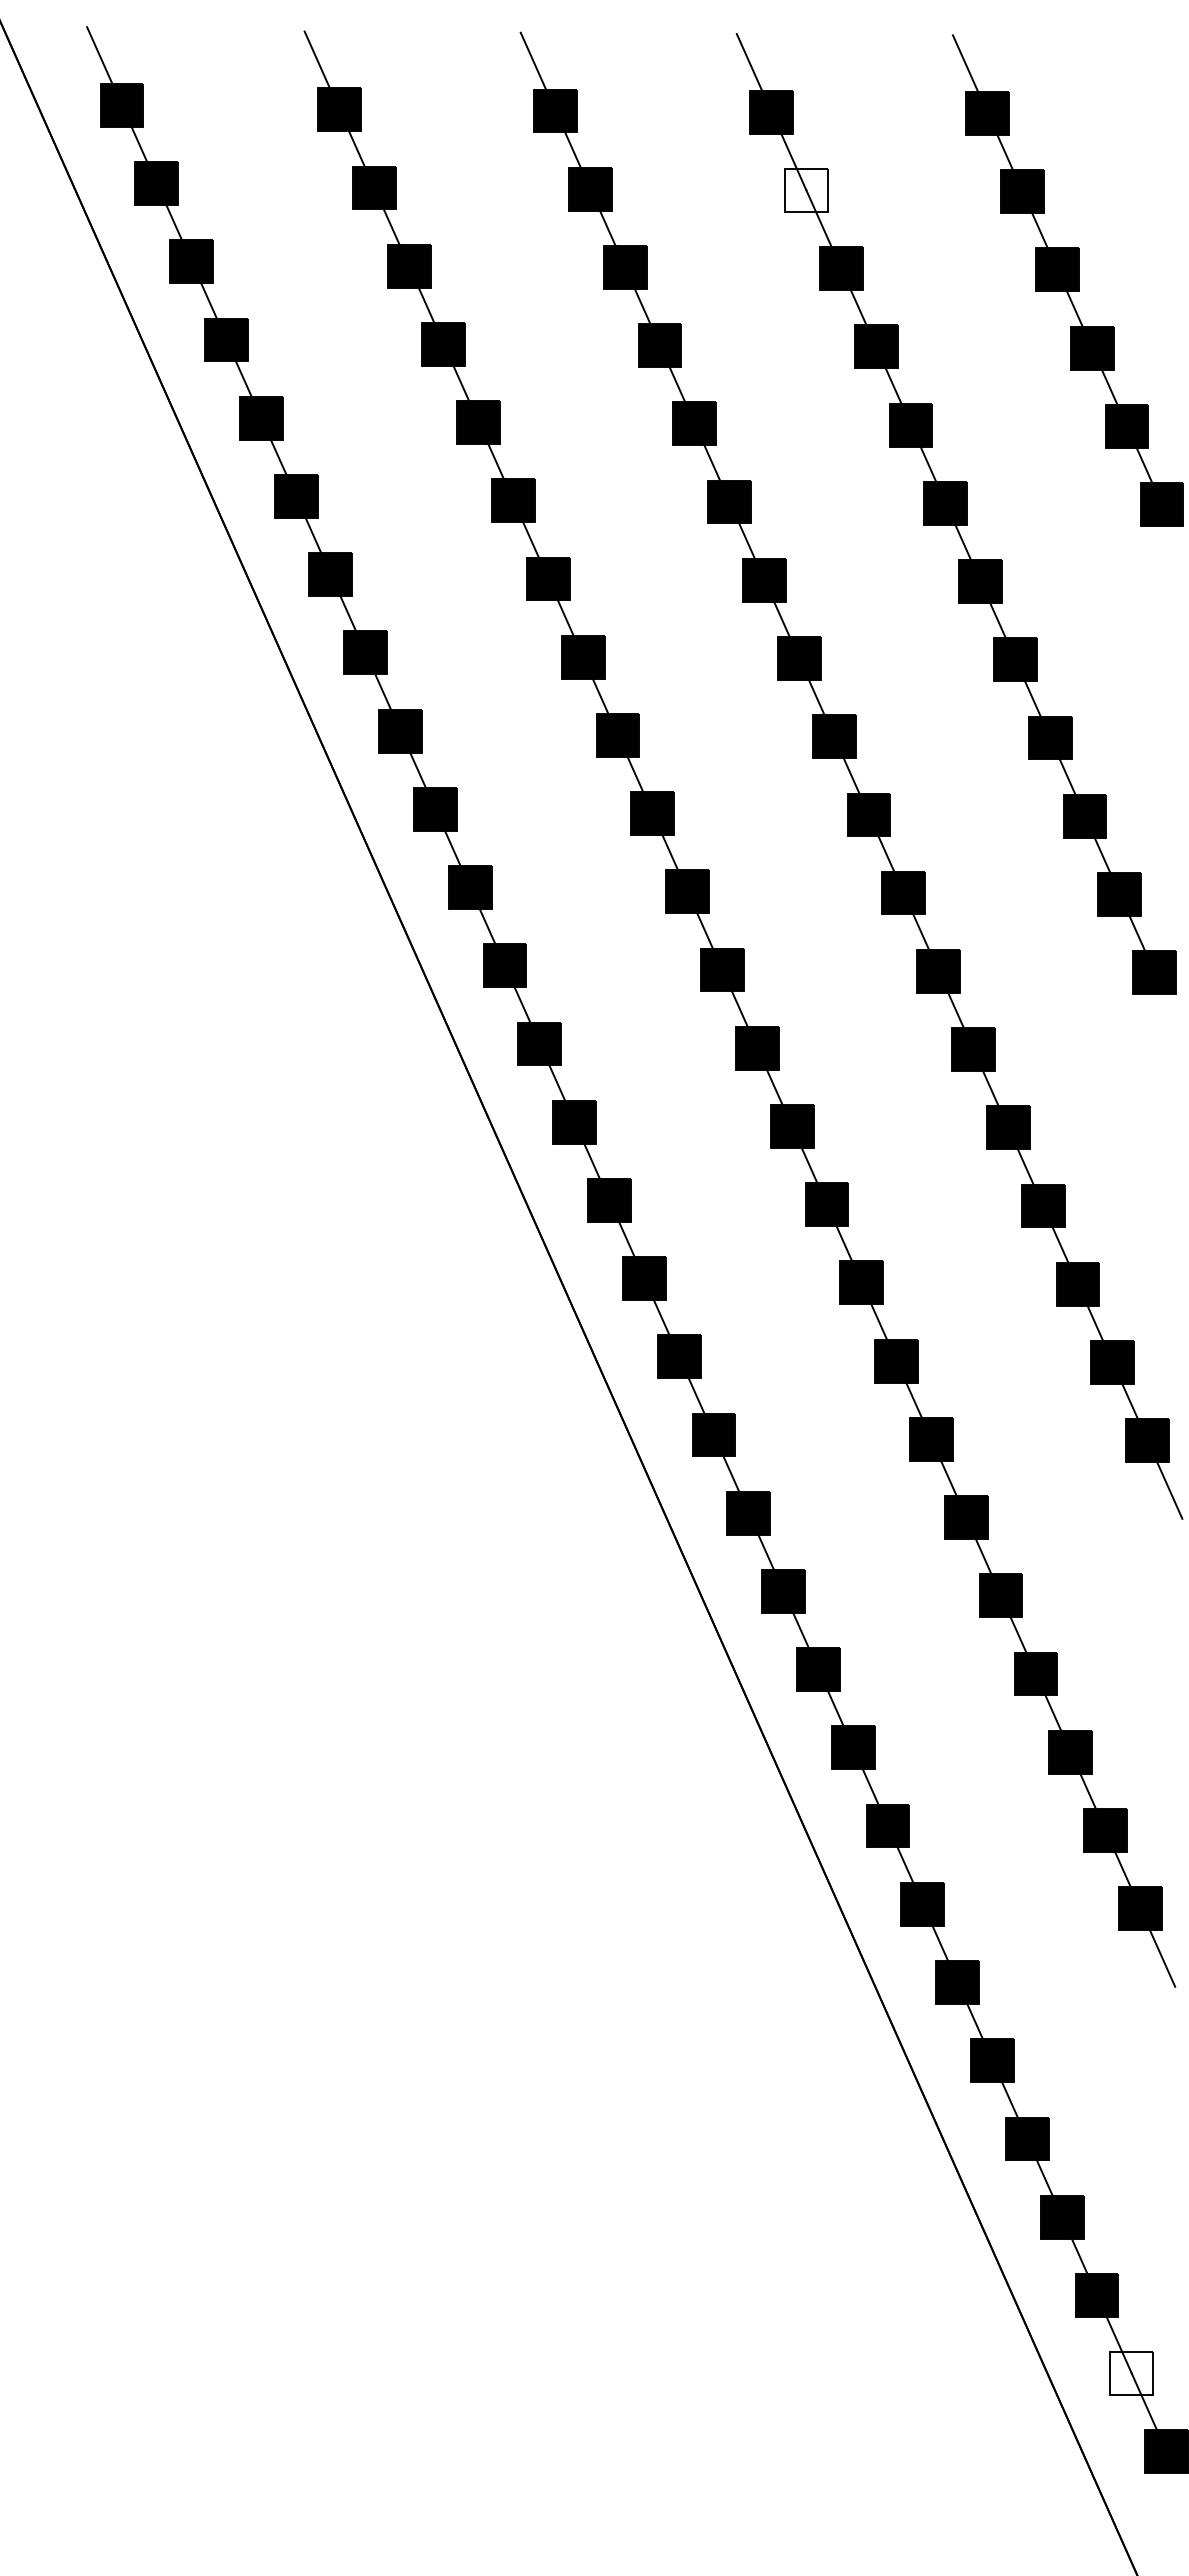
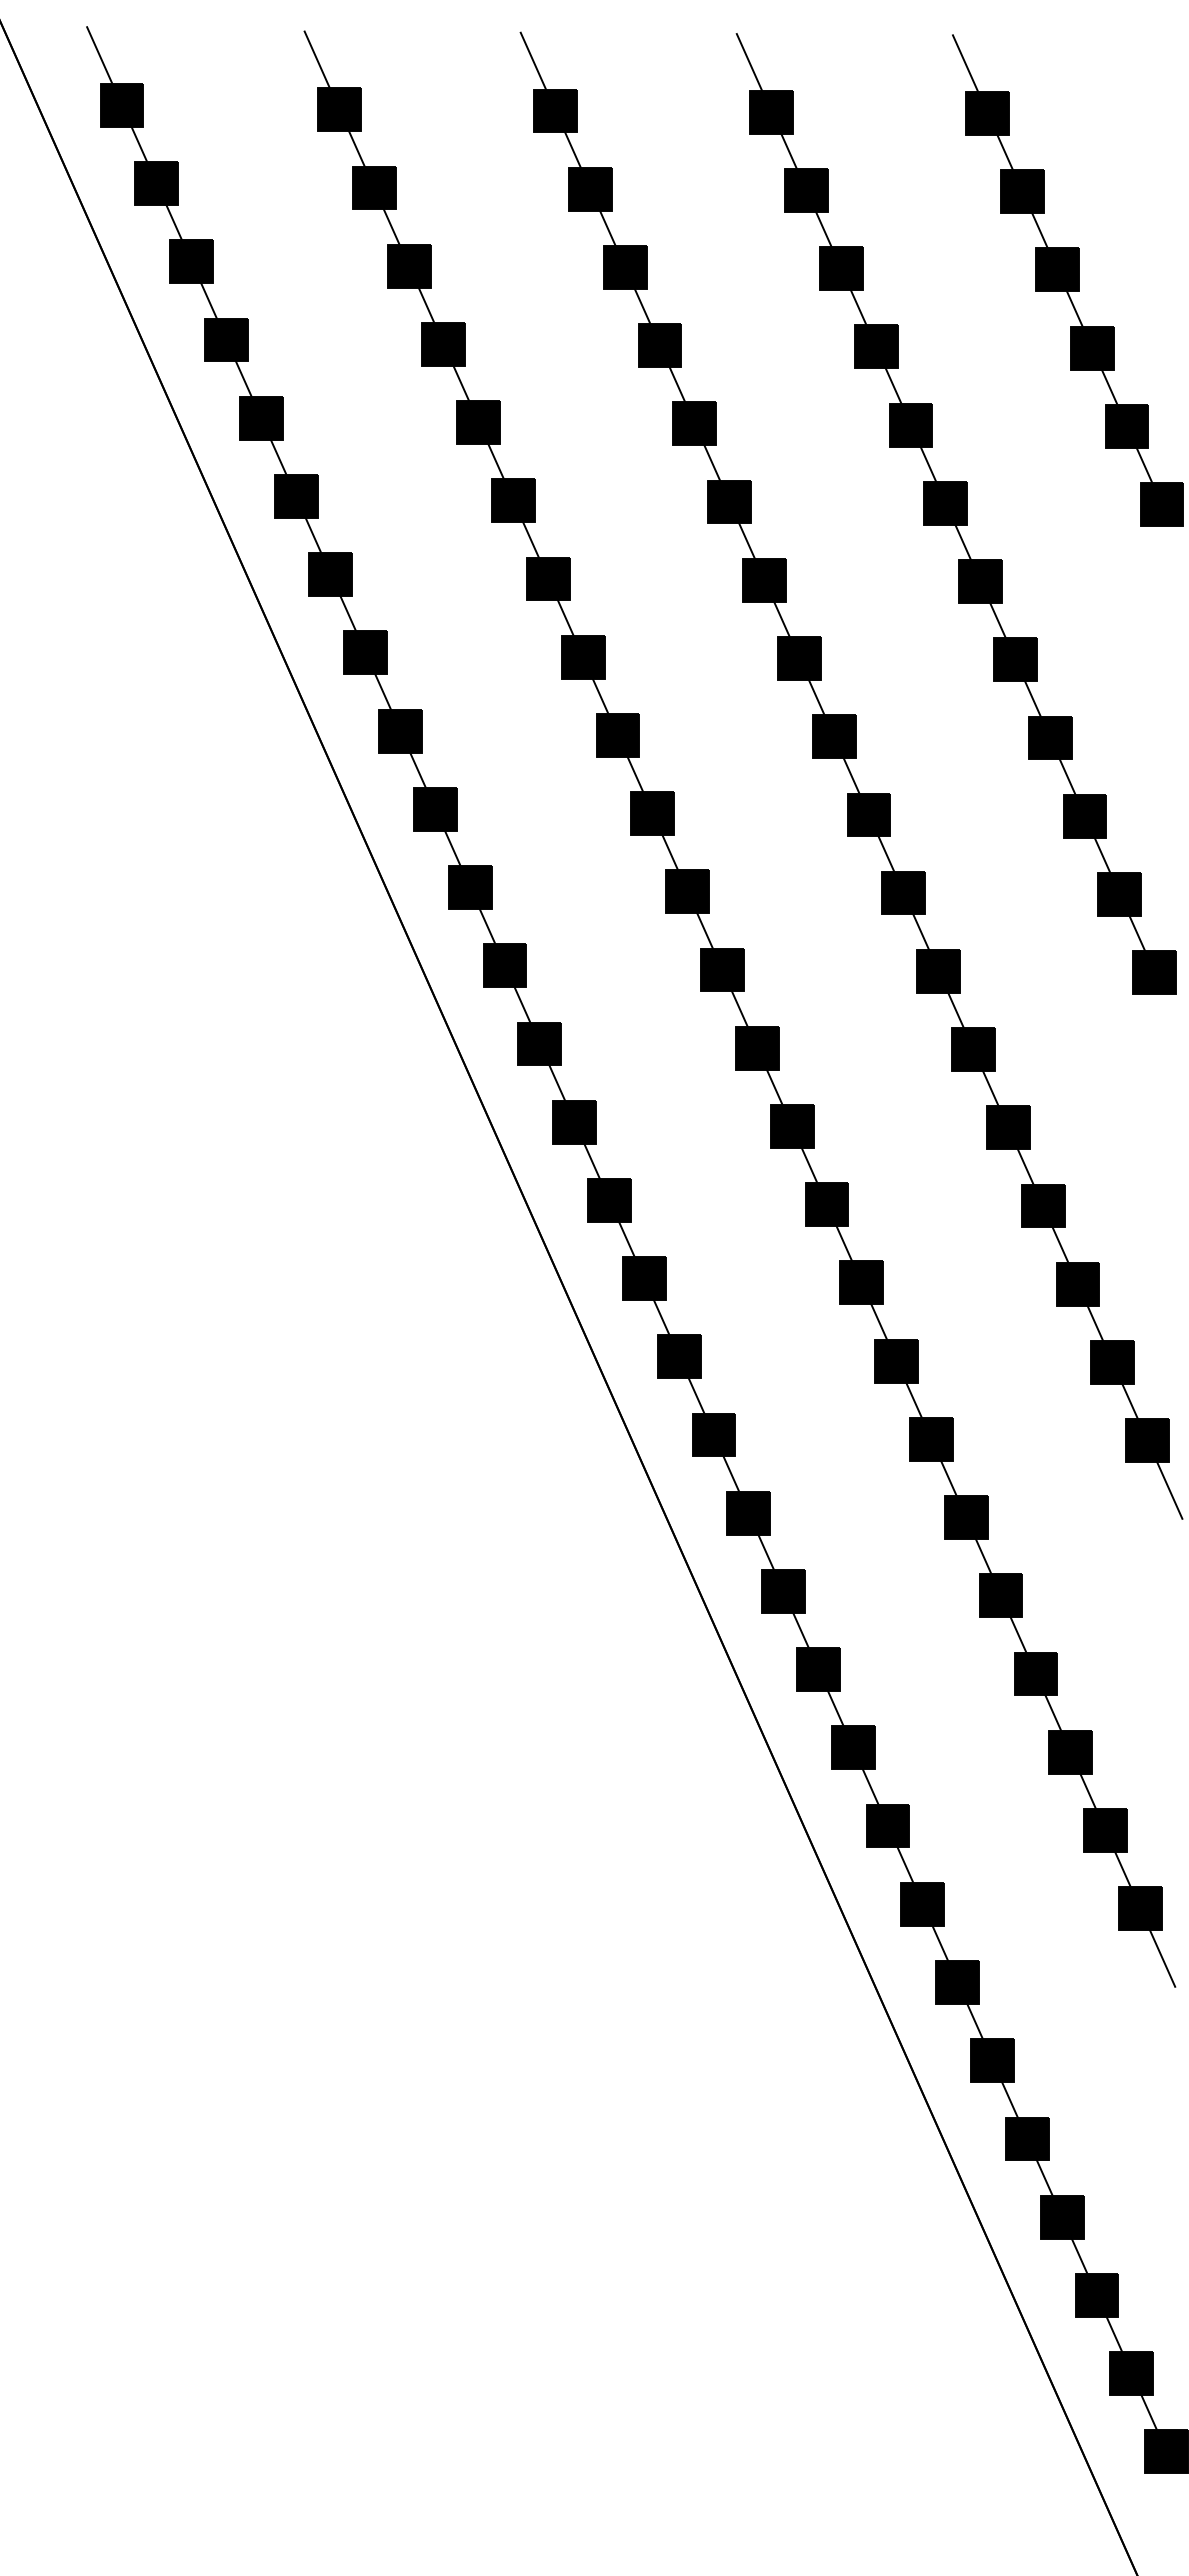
fill at (806, 190): none -> present
fill at (1131, 2373): none -> present
